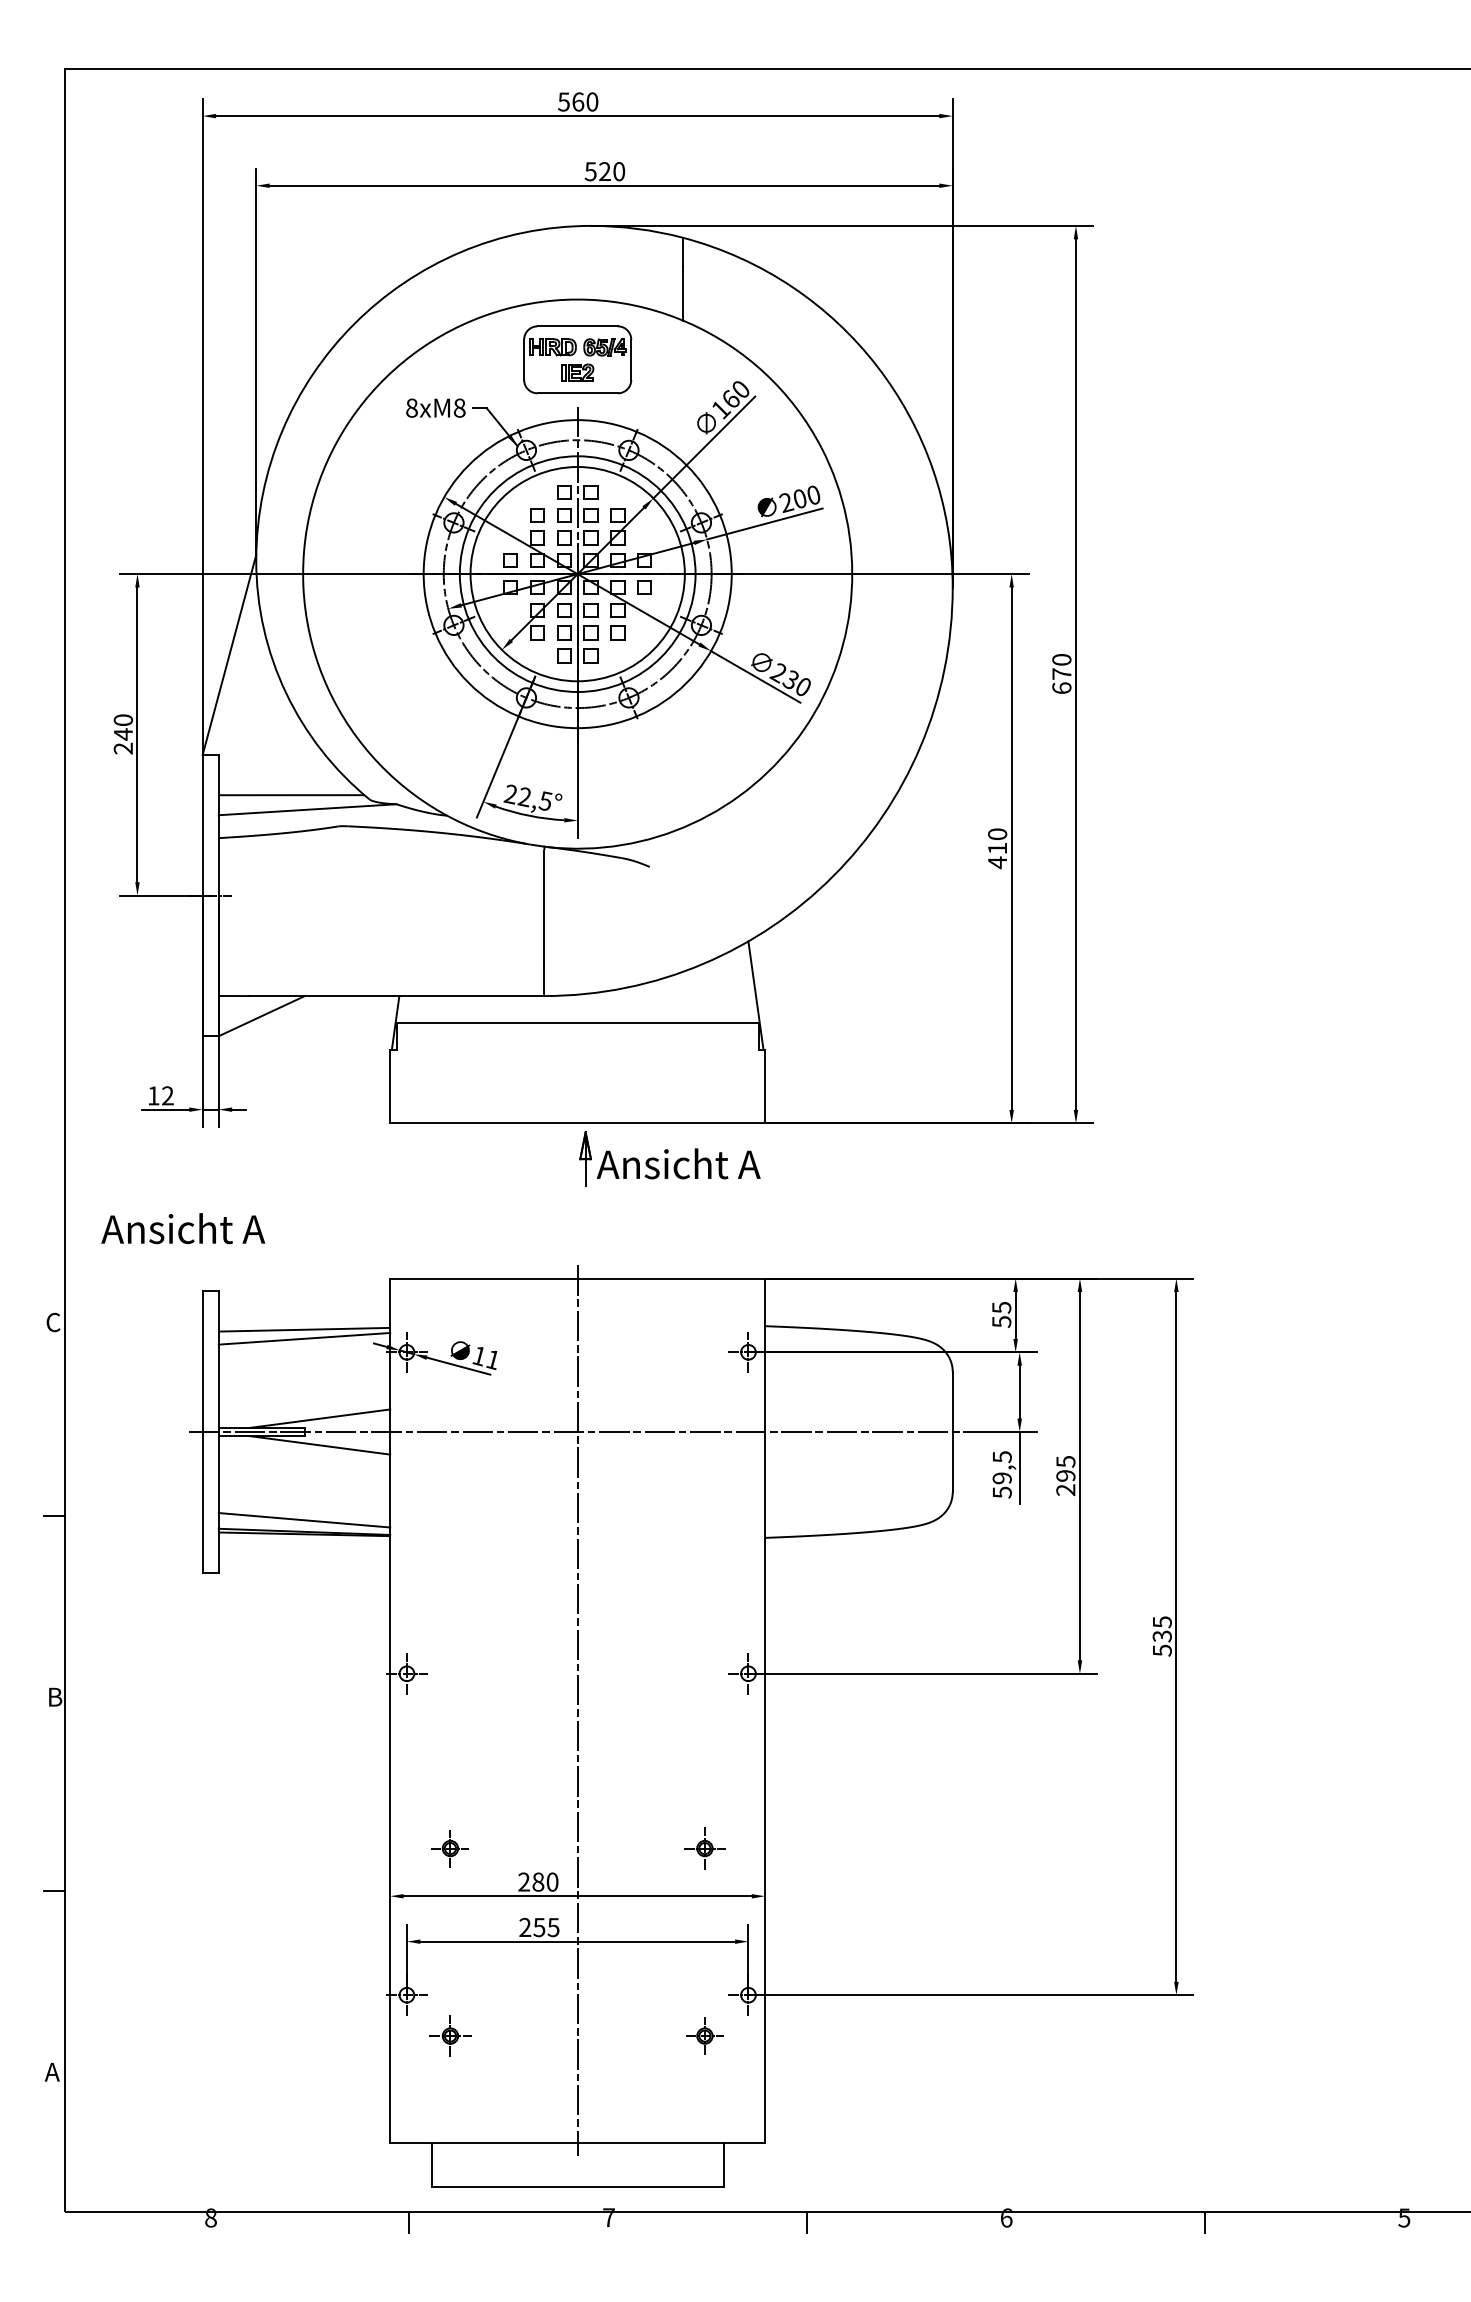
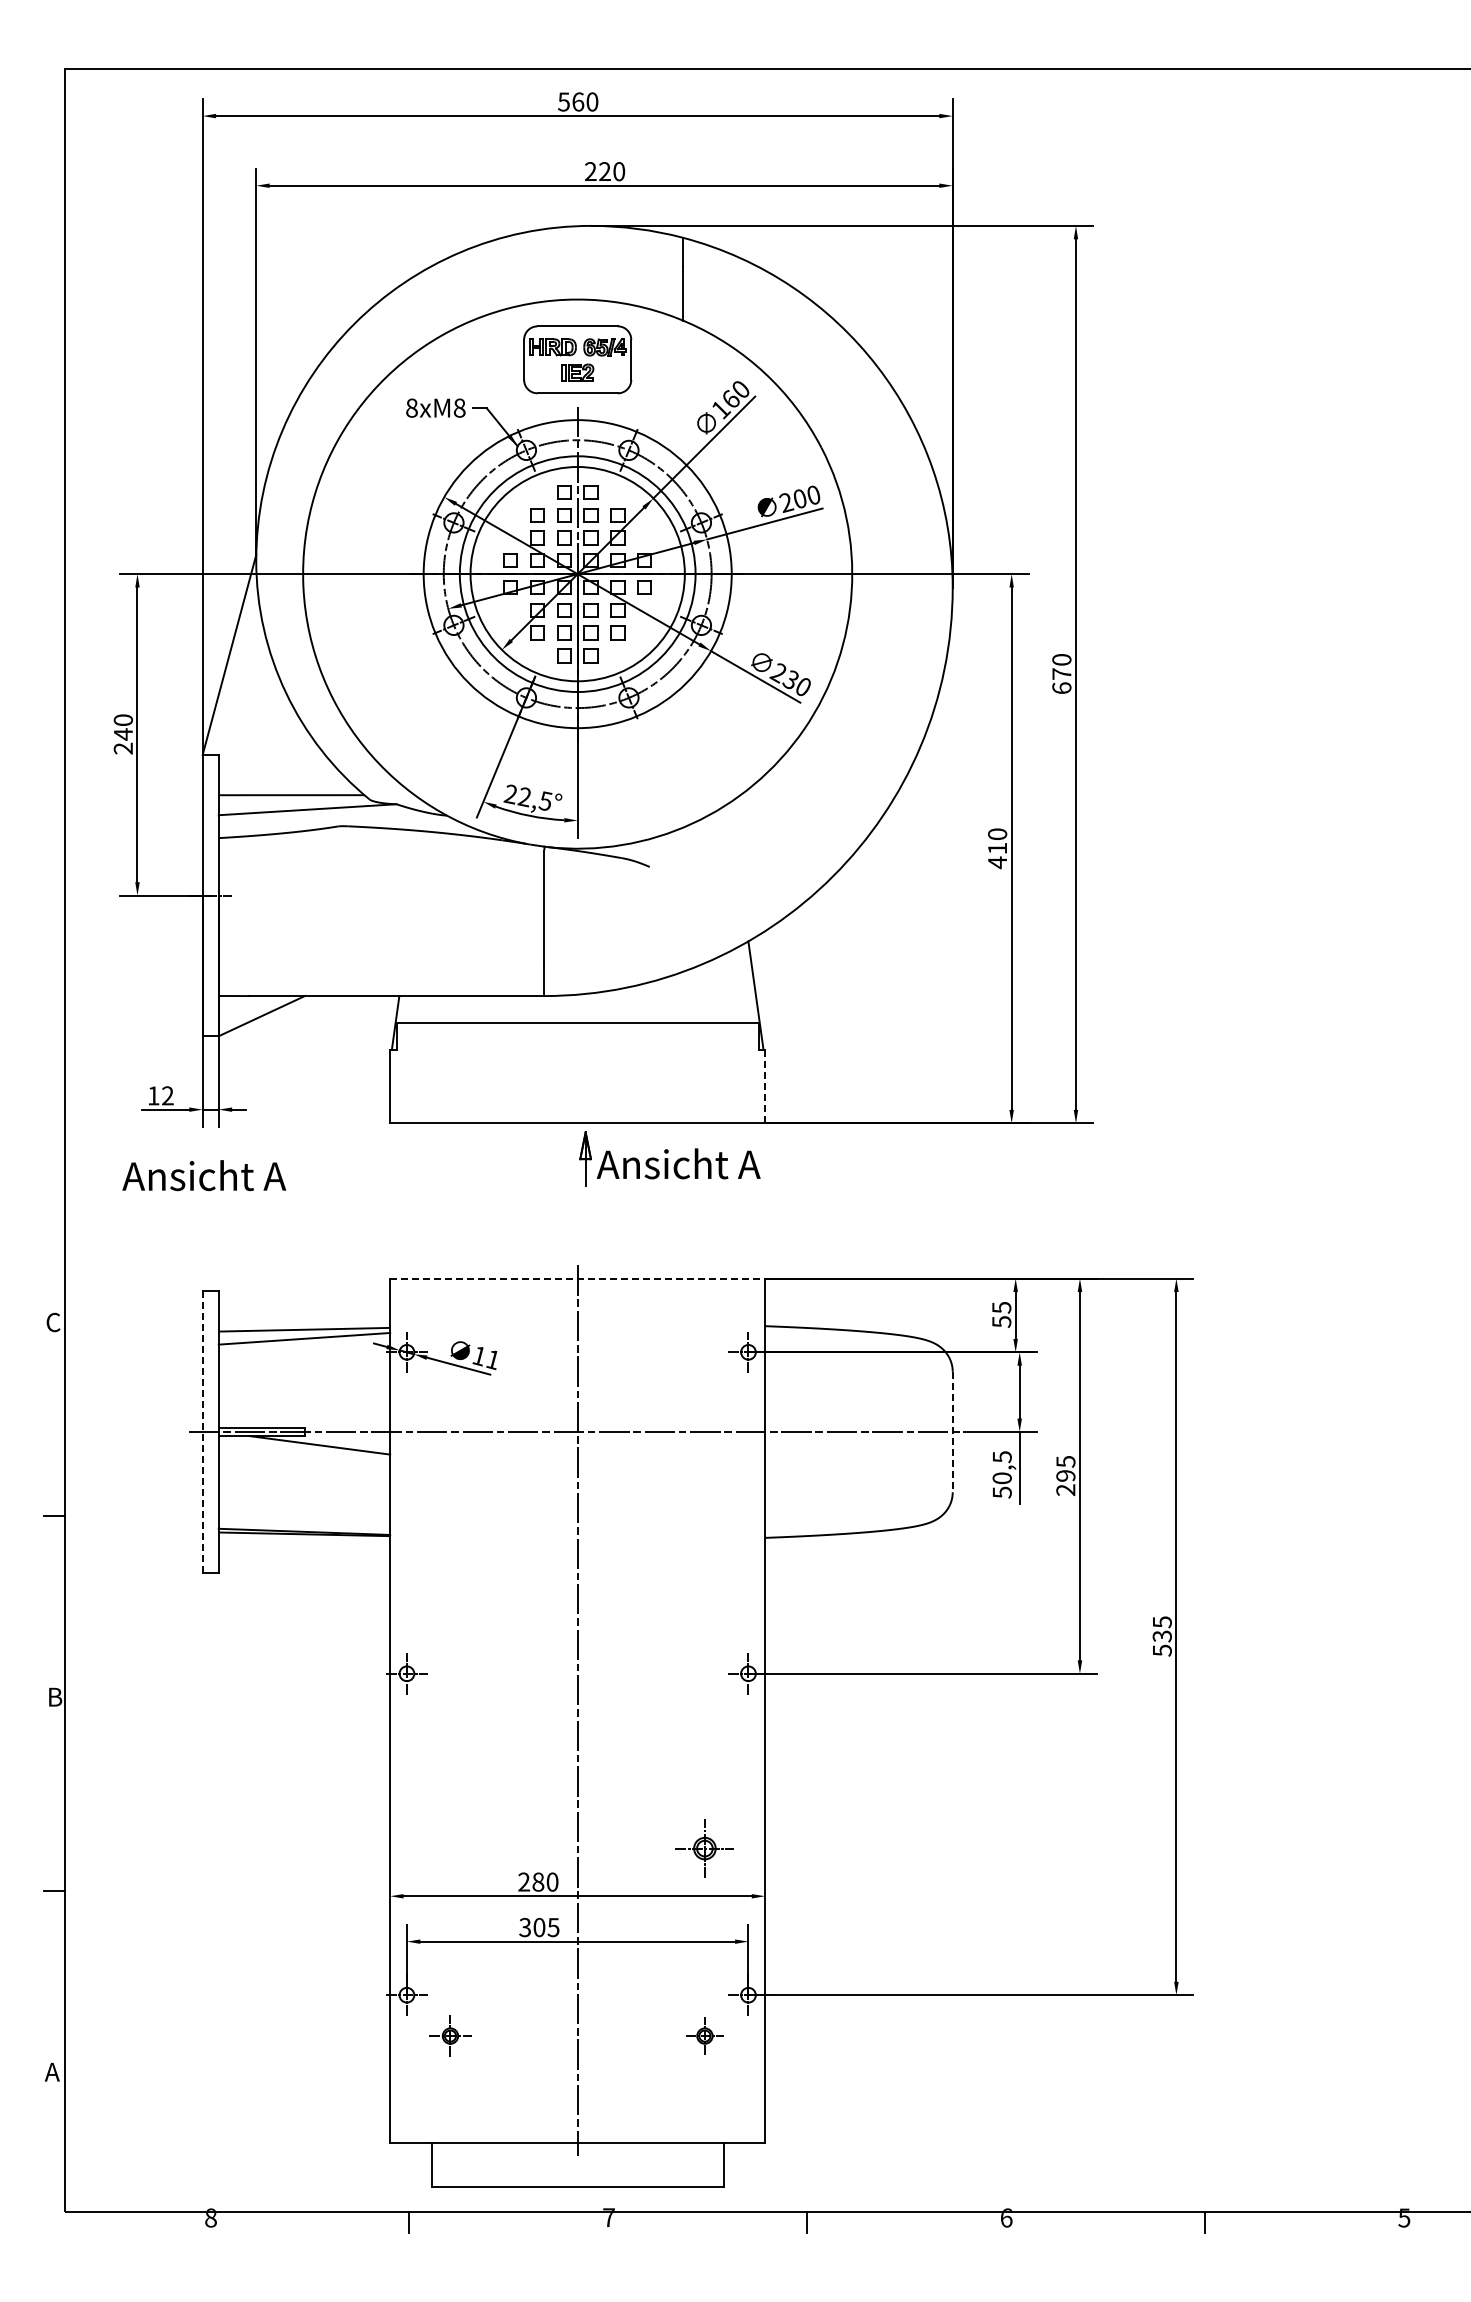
text at (590, 171): 520 -> 220
line at (765, 1086): solid -> dashed
text at (183, 1228) position: (183, 1228) -> (204, 1175)
line at (577, 1278): solid -> dashed
line at (319, 1418): present -> none
line at (202, 1432): solid -> dashed
line at (952, 1432): solid -> dashed
text at (1001, 1478): 59,5 -> 50,5
line at (304, 1520): present -> none
part at (449, 1848): present -> none
part at (704, 1848) size: 42x43 px -> 59x59 px
text at (532, 1927): 255 -> 305
